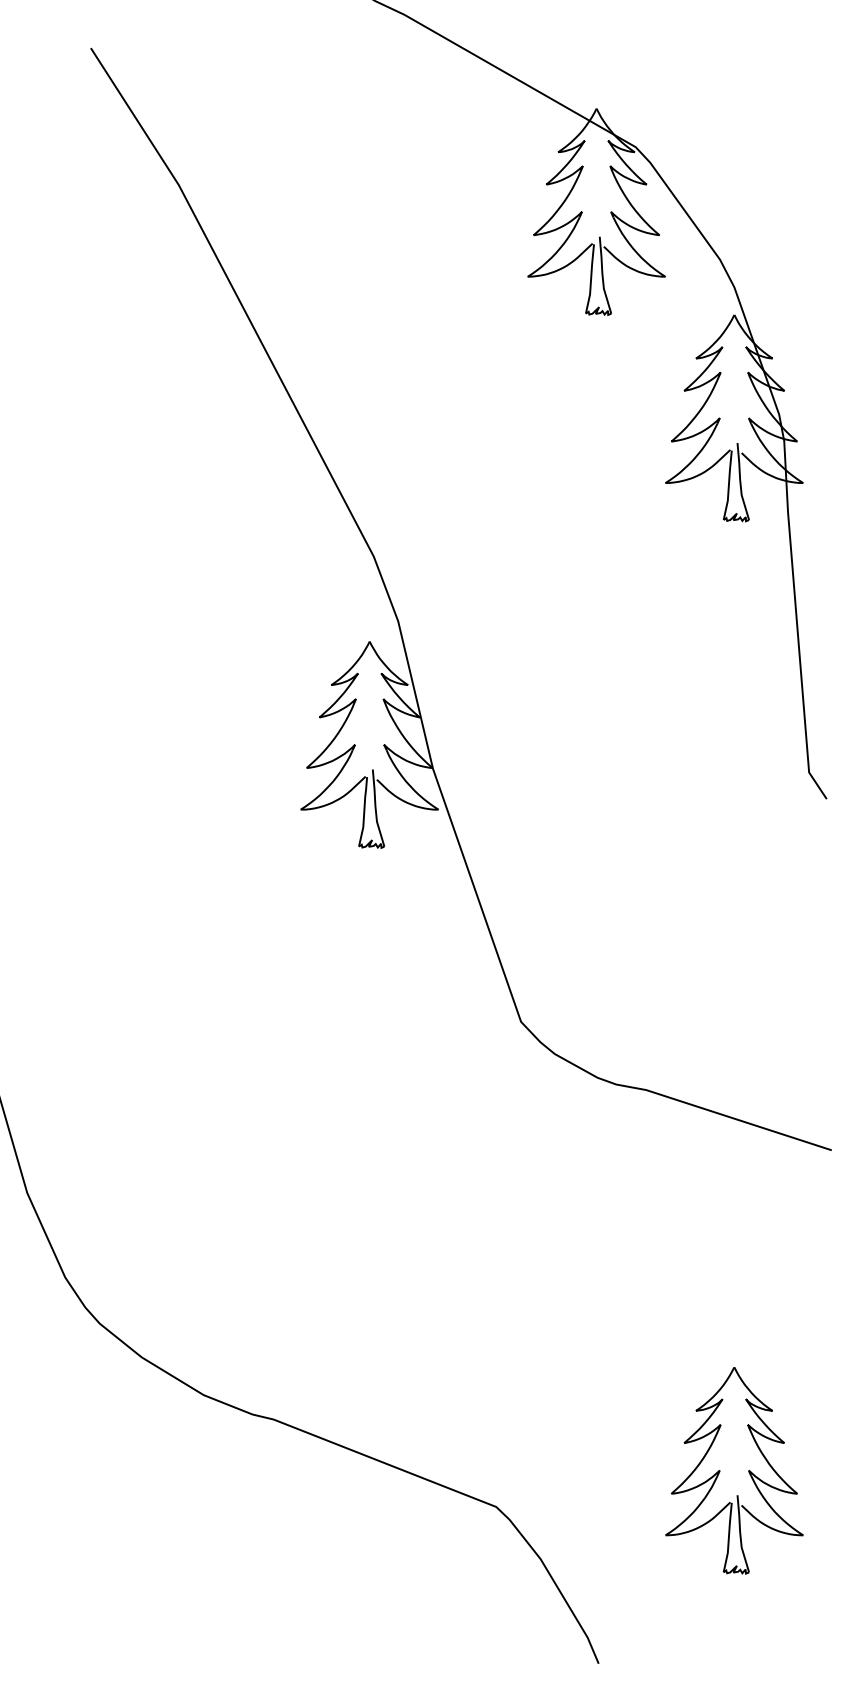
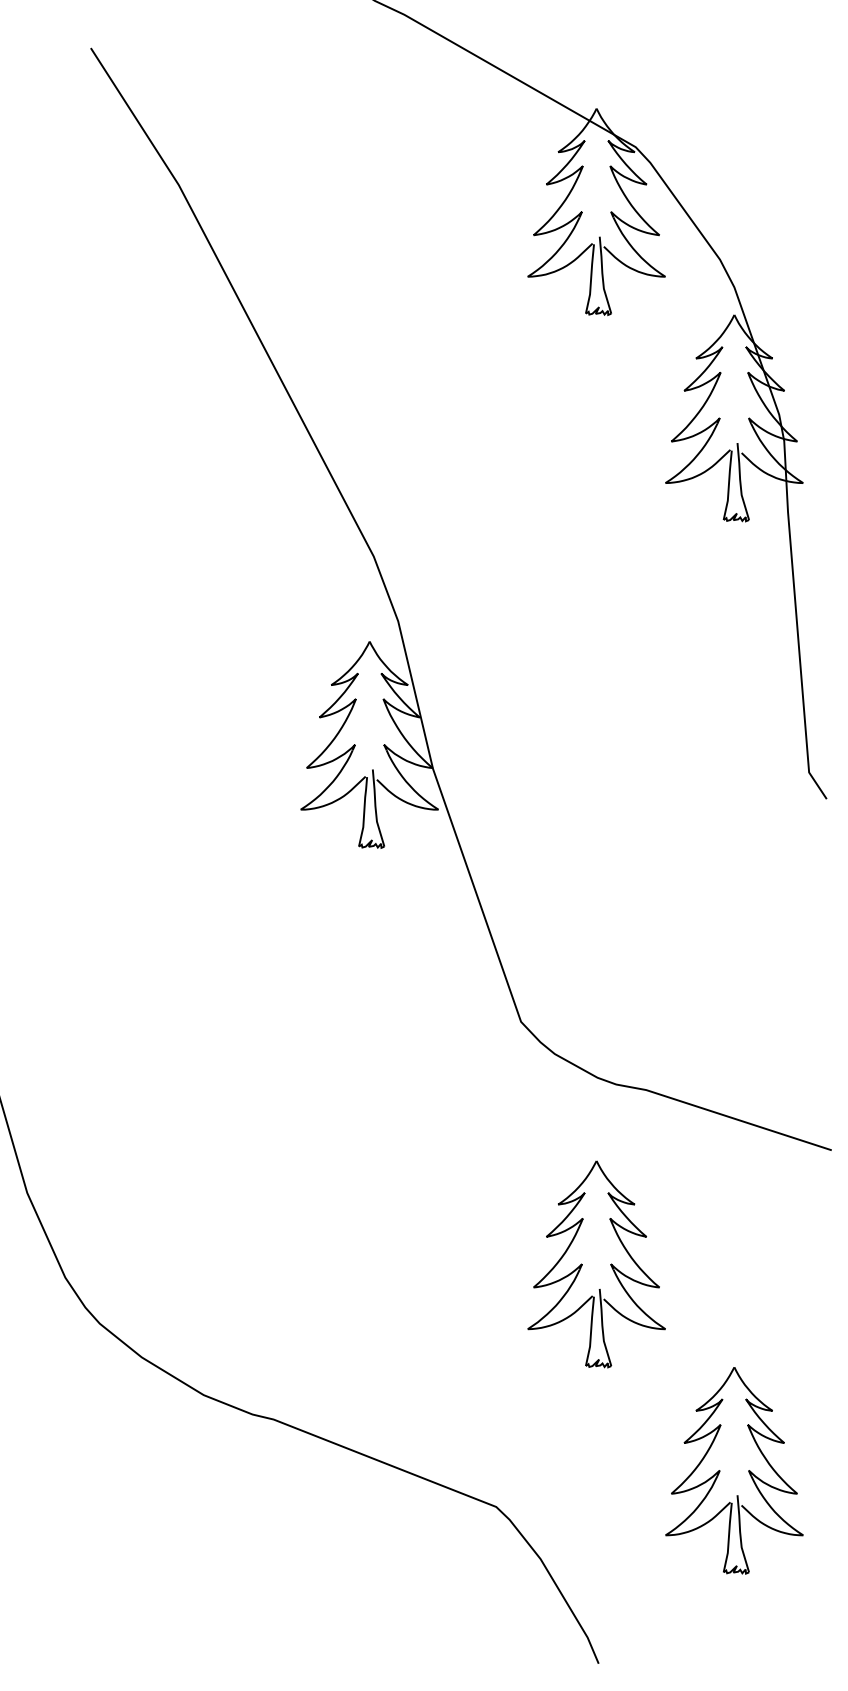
part at (582, 1264): none -> present
